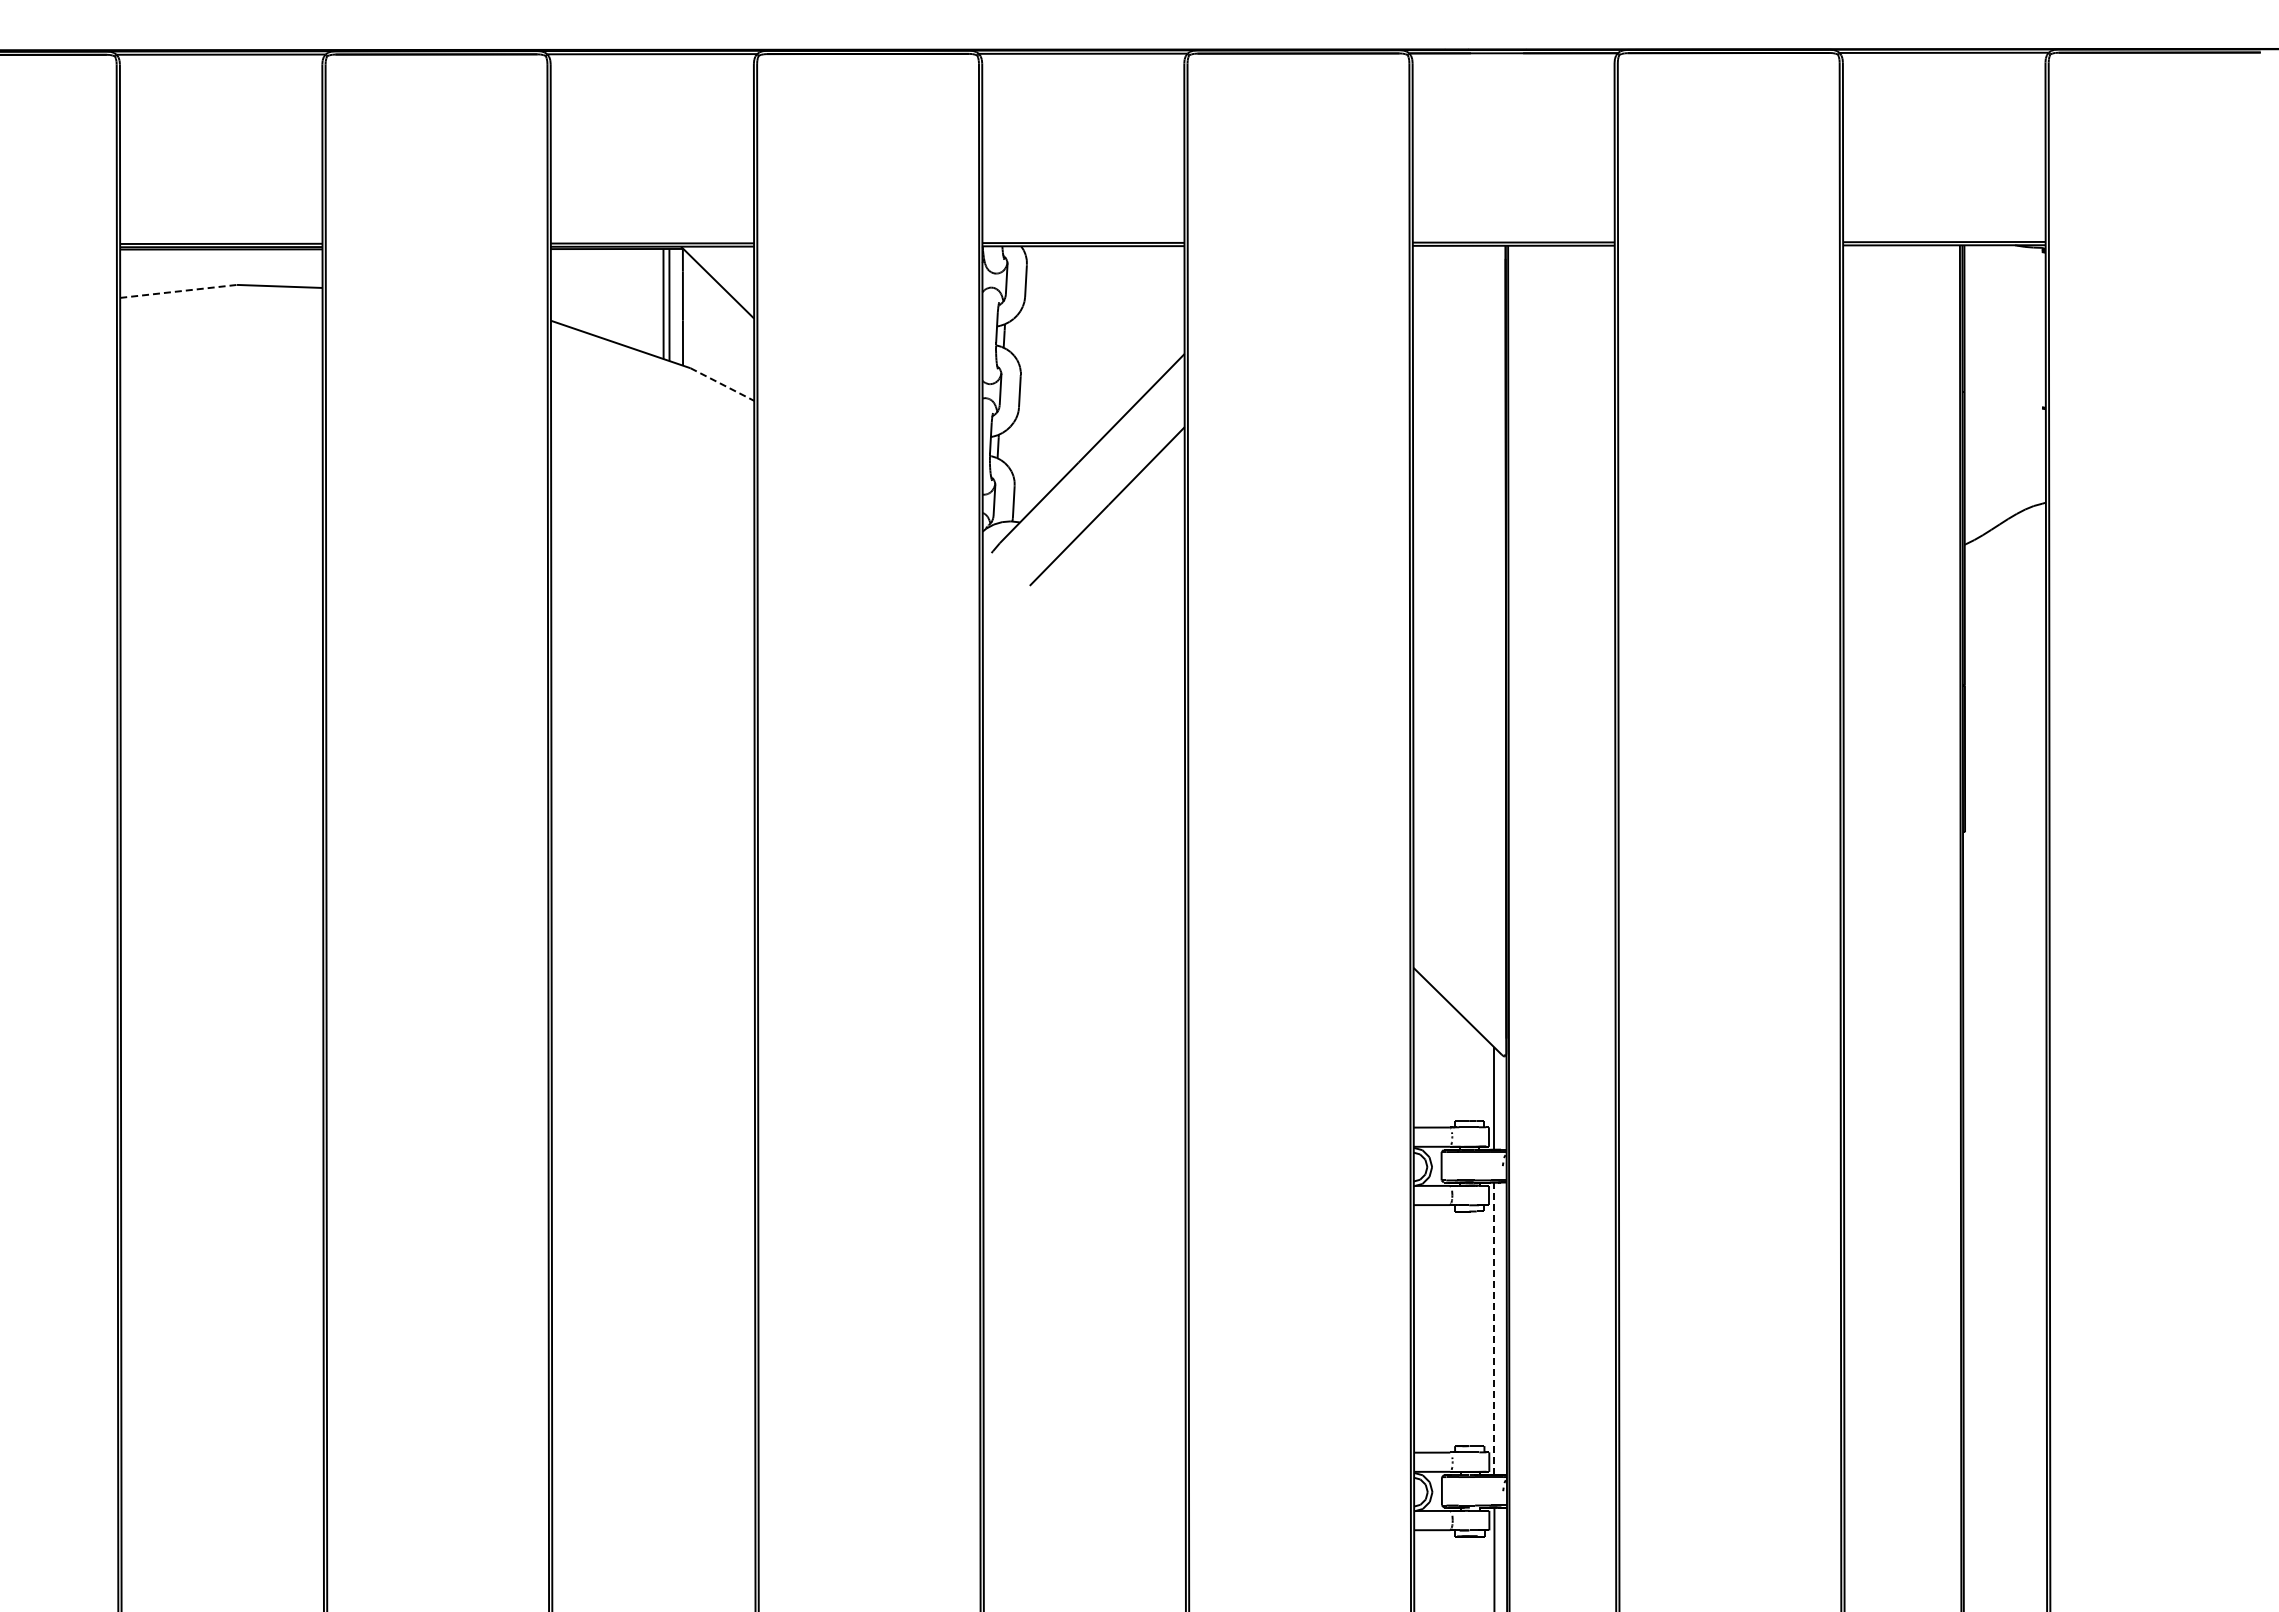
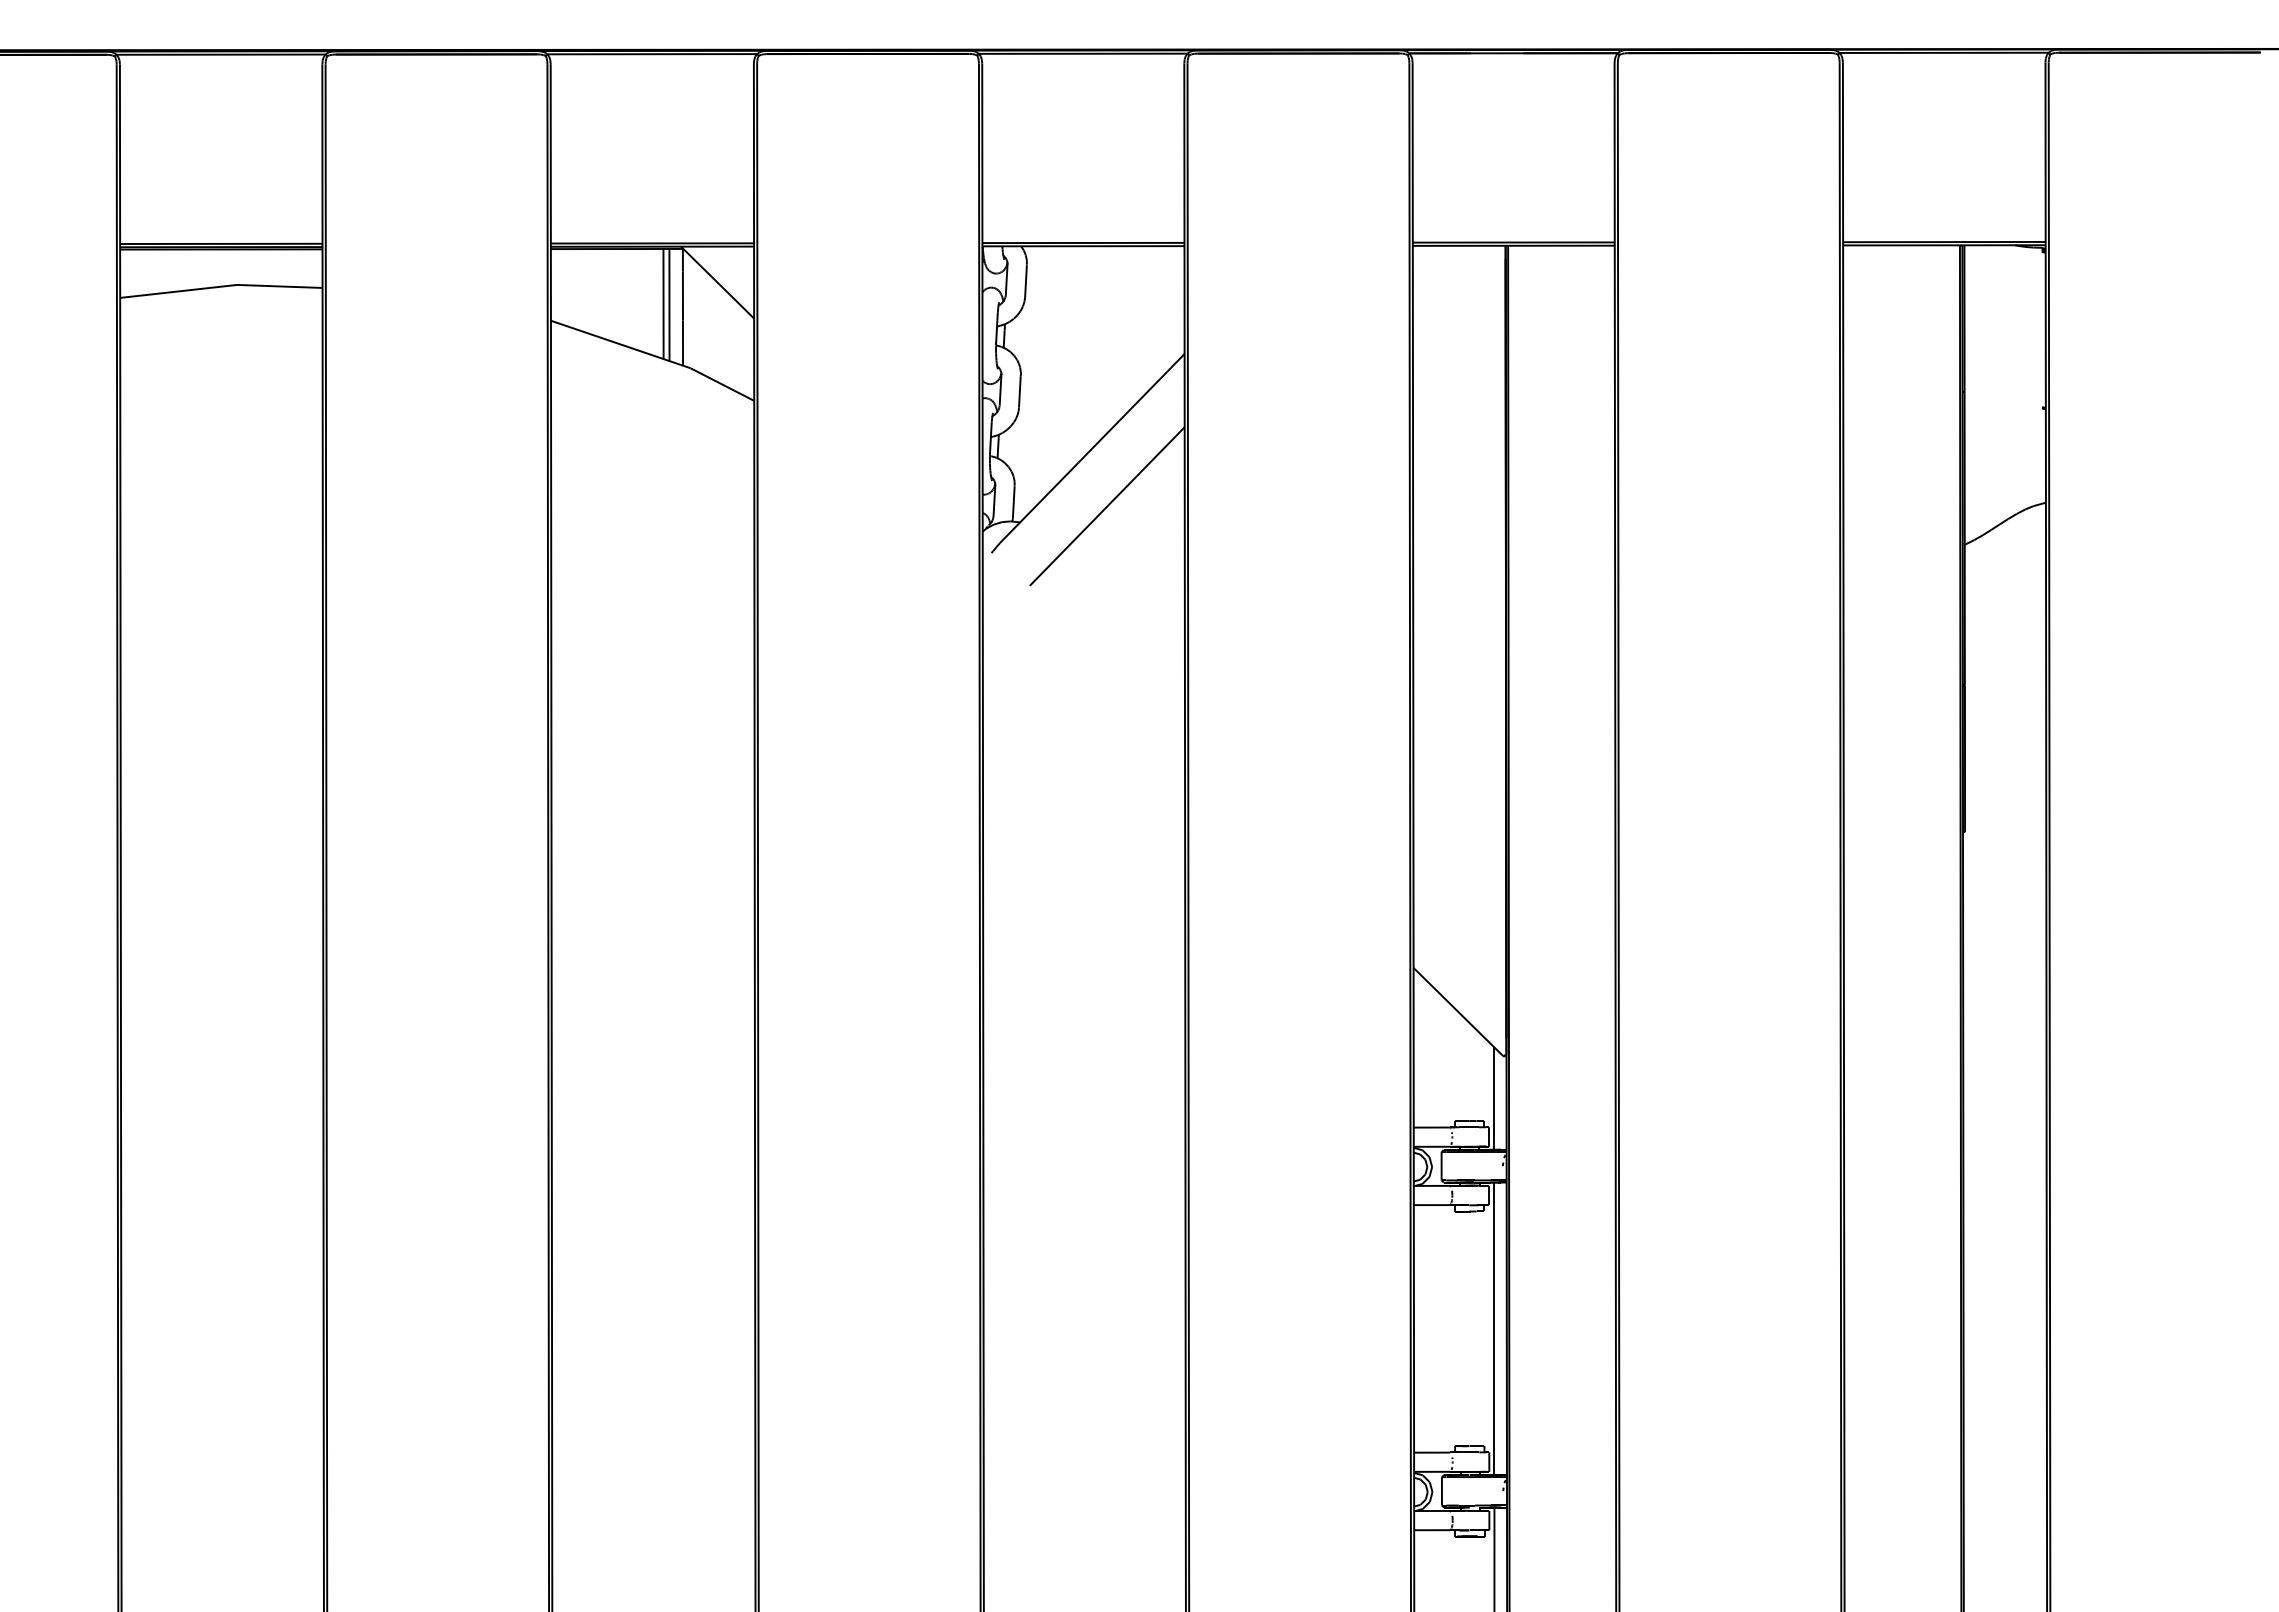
line at (178, 291): dashed -> solid
line at (722, 384): dashed -> solid
line at (1494, 1328): dashed -> solid
